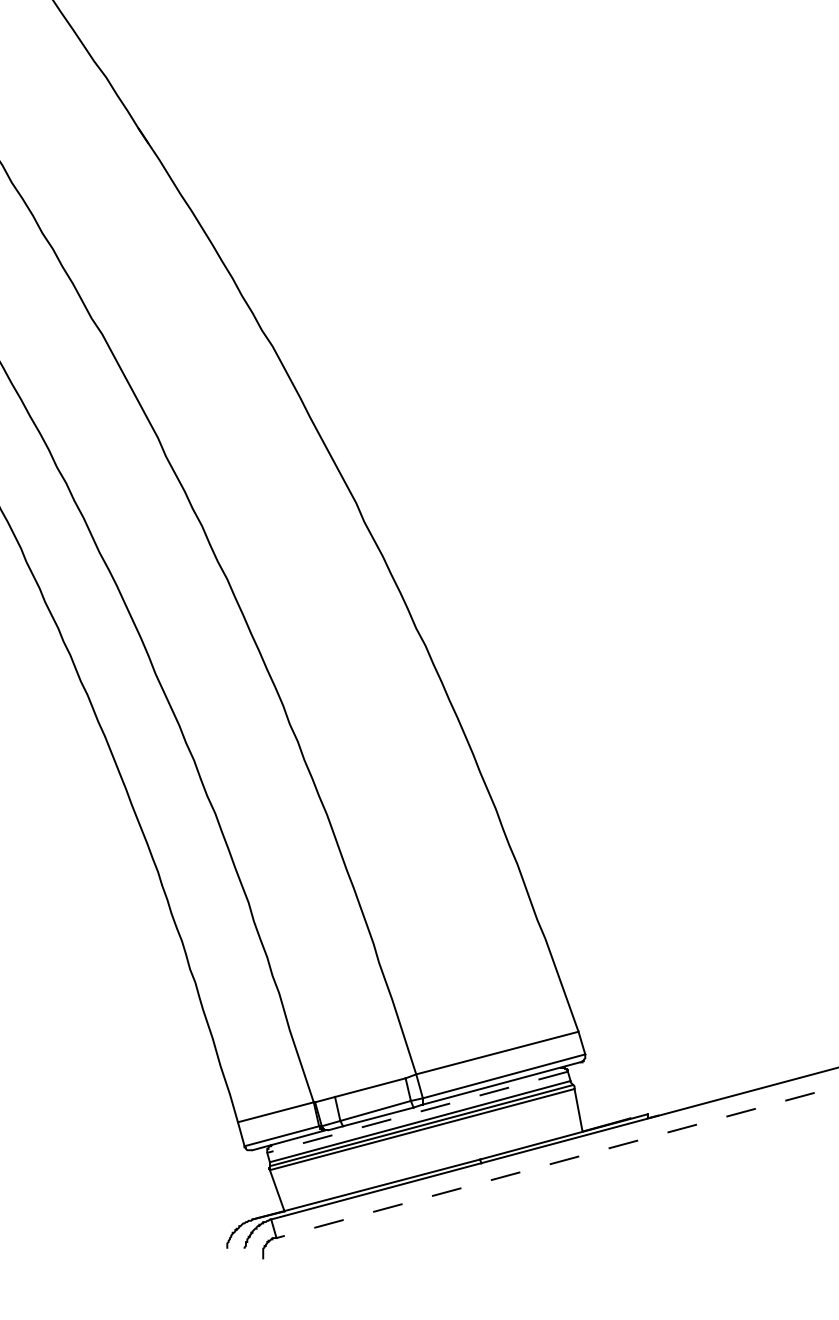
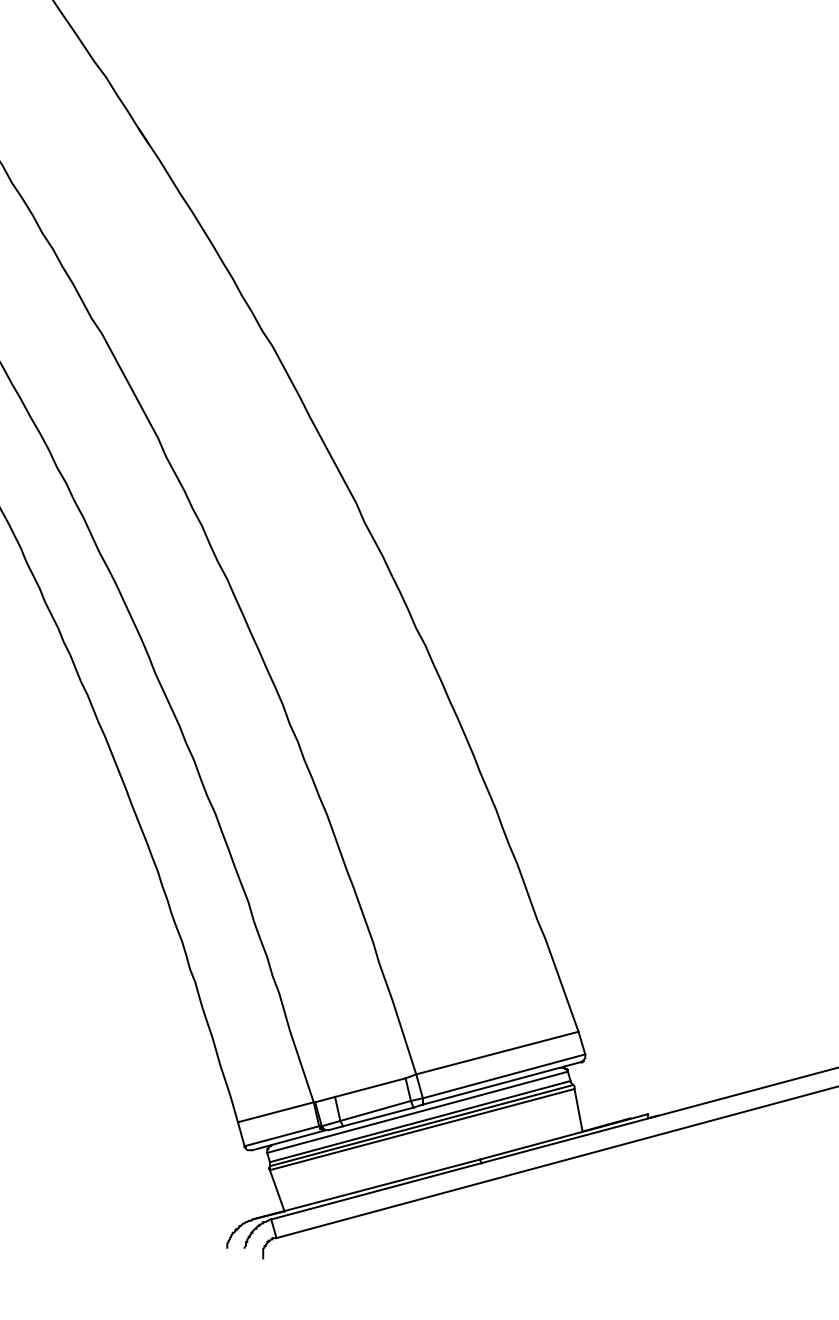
line at (417, 1112): dashed -> solid
line at (557, 1162): dashed -> solid
